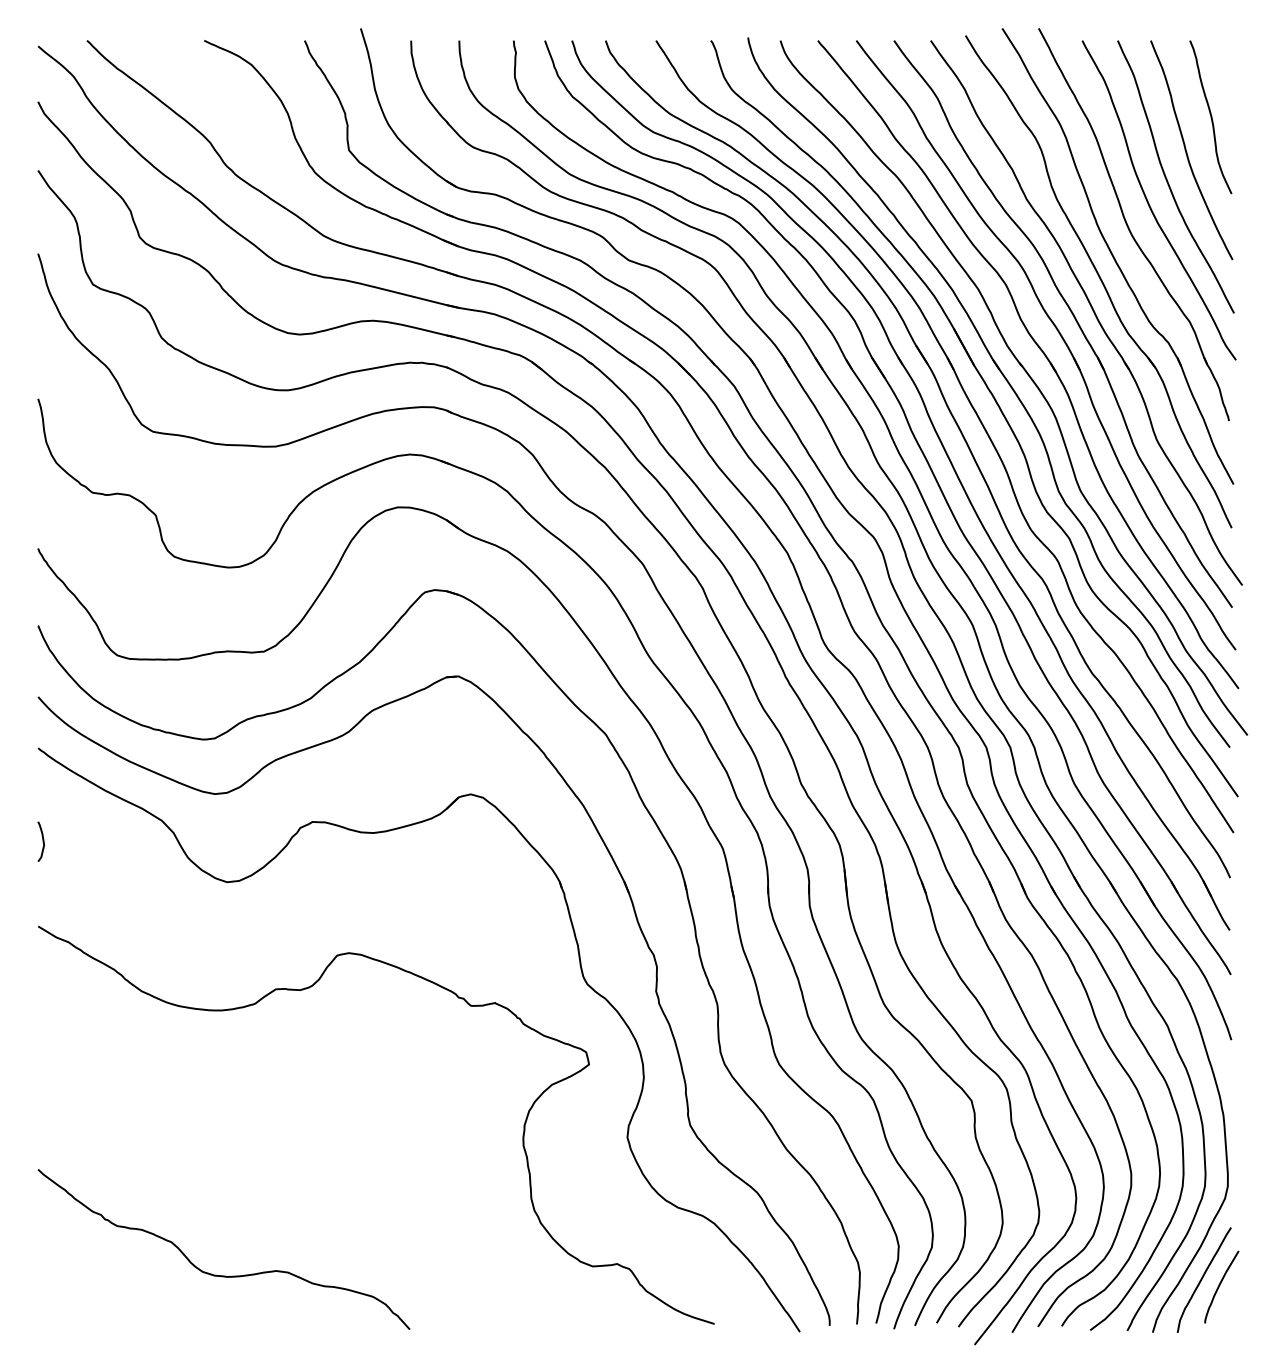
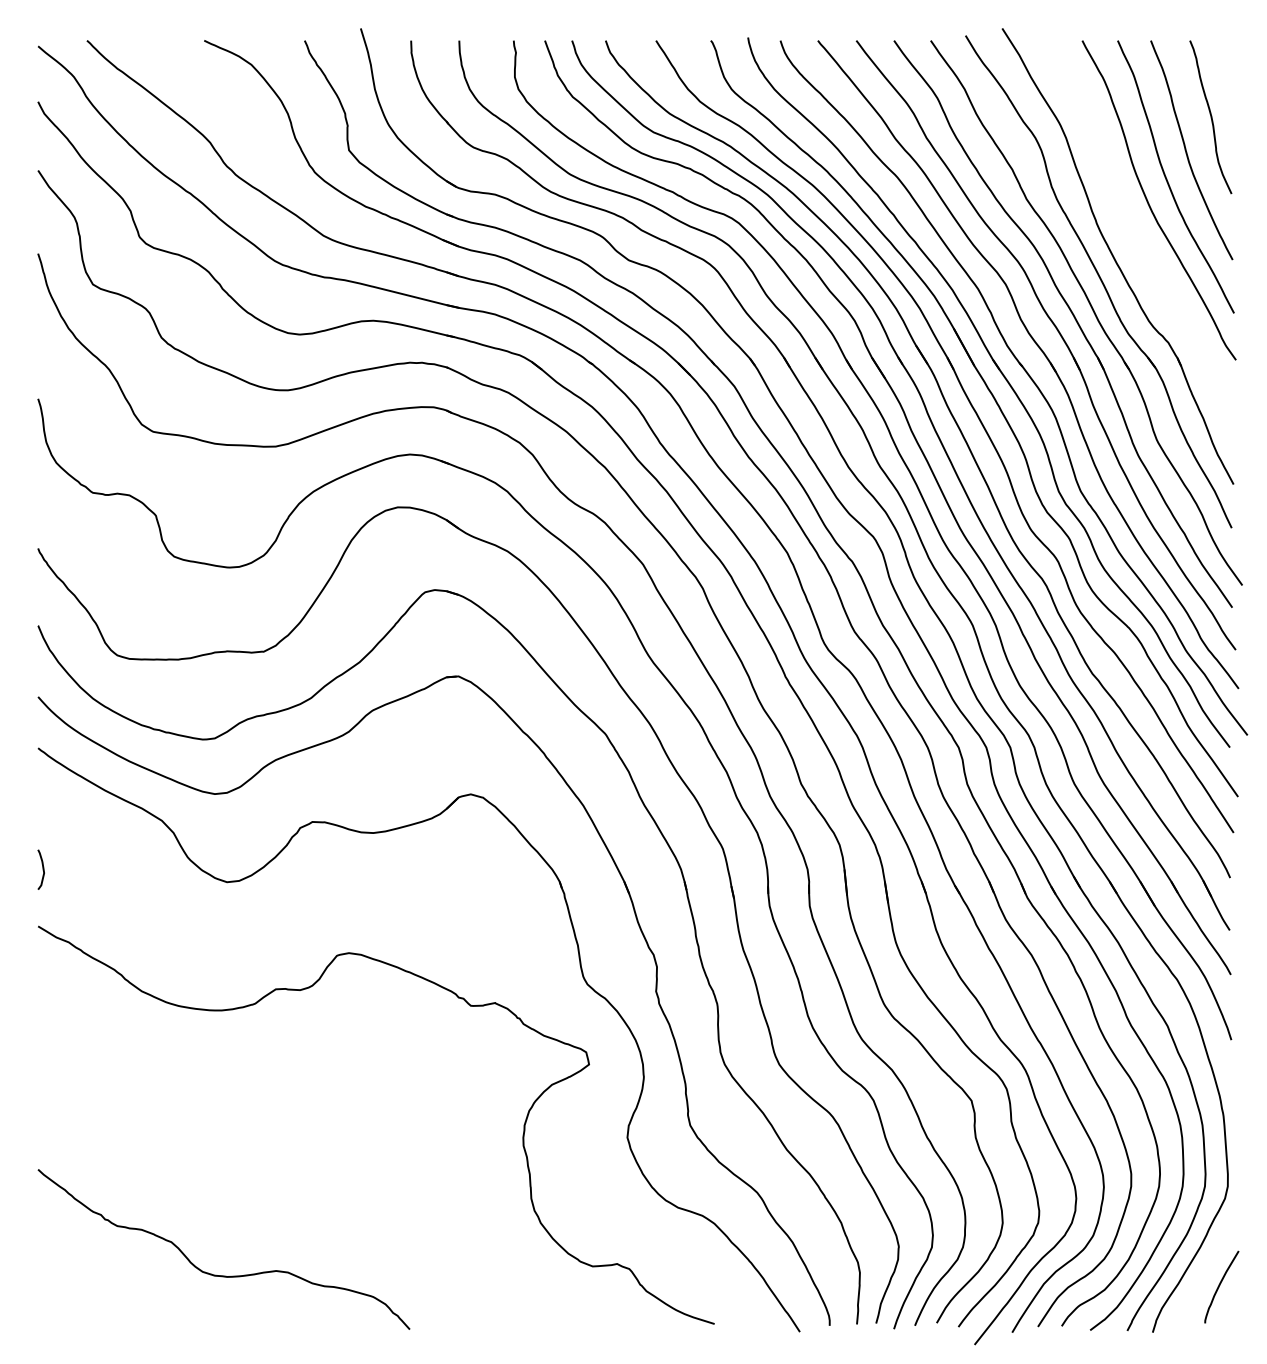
part at (1133, 224): present -> none
curve at (42, 841) position: (42, 841) -> (42, 869)
curve at (1202, 1279): present -> none
